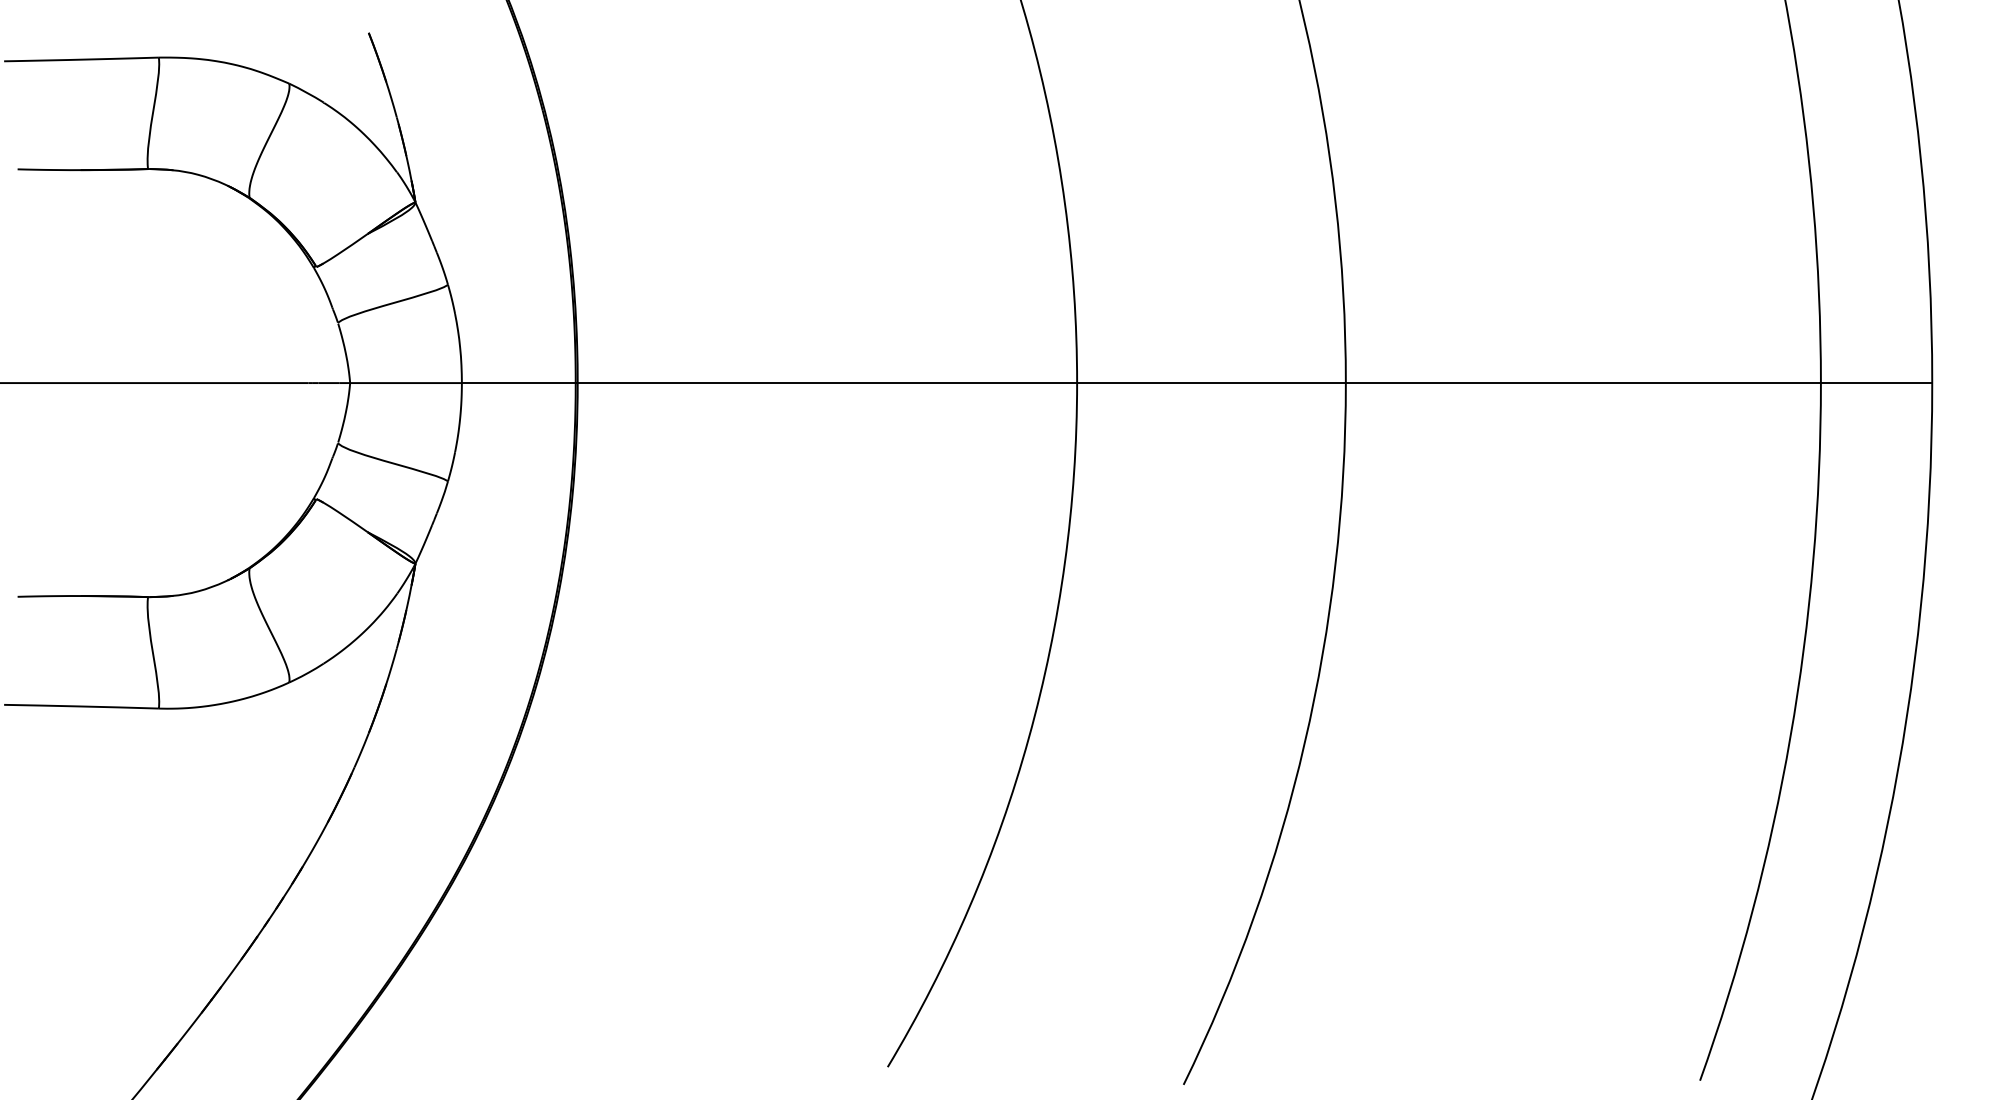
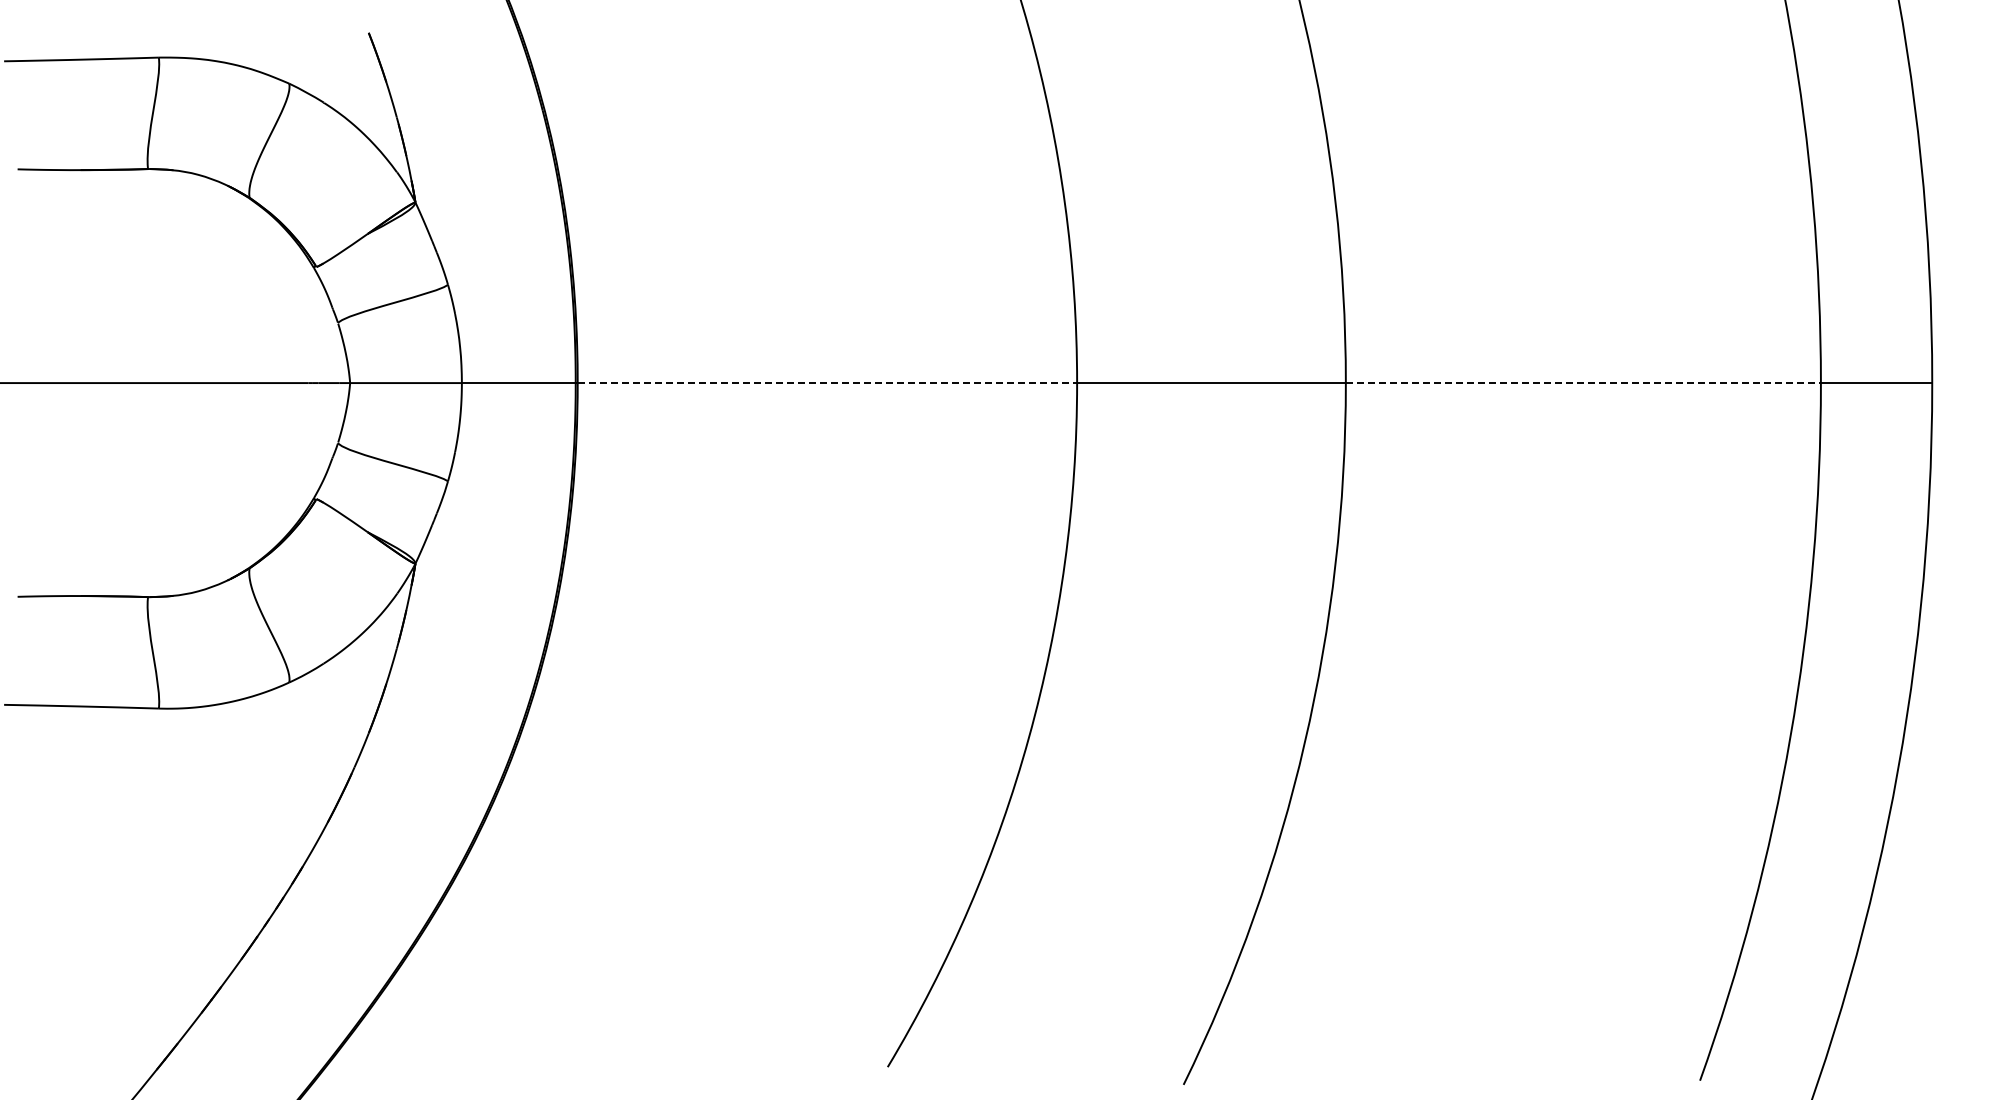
line at (827, 383): solid -> dashed
line at (1583, 383): solid -> dashed
